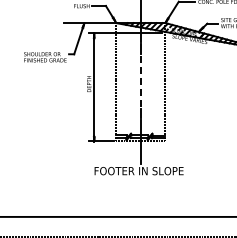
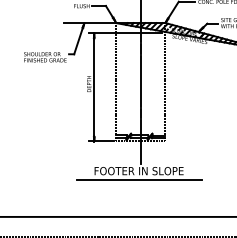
line at (140, 81): dashed -> solid
line at (139, 180): none -> present
